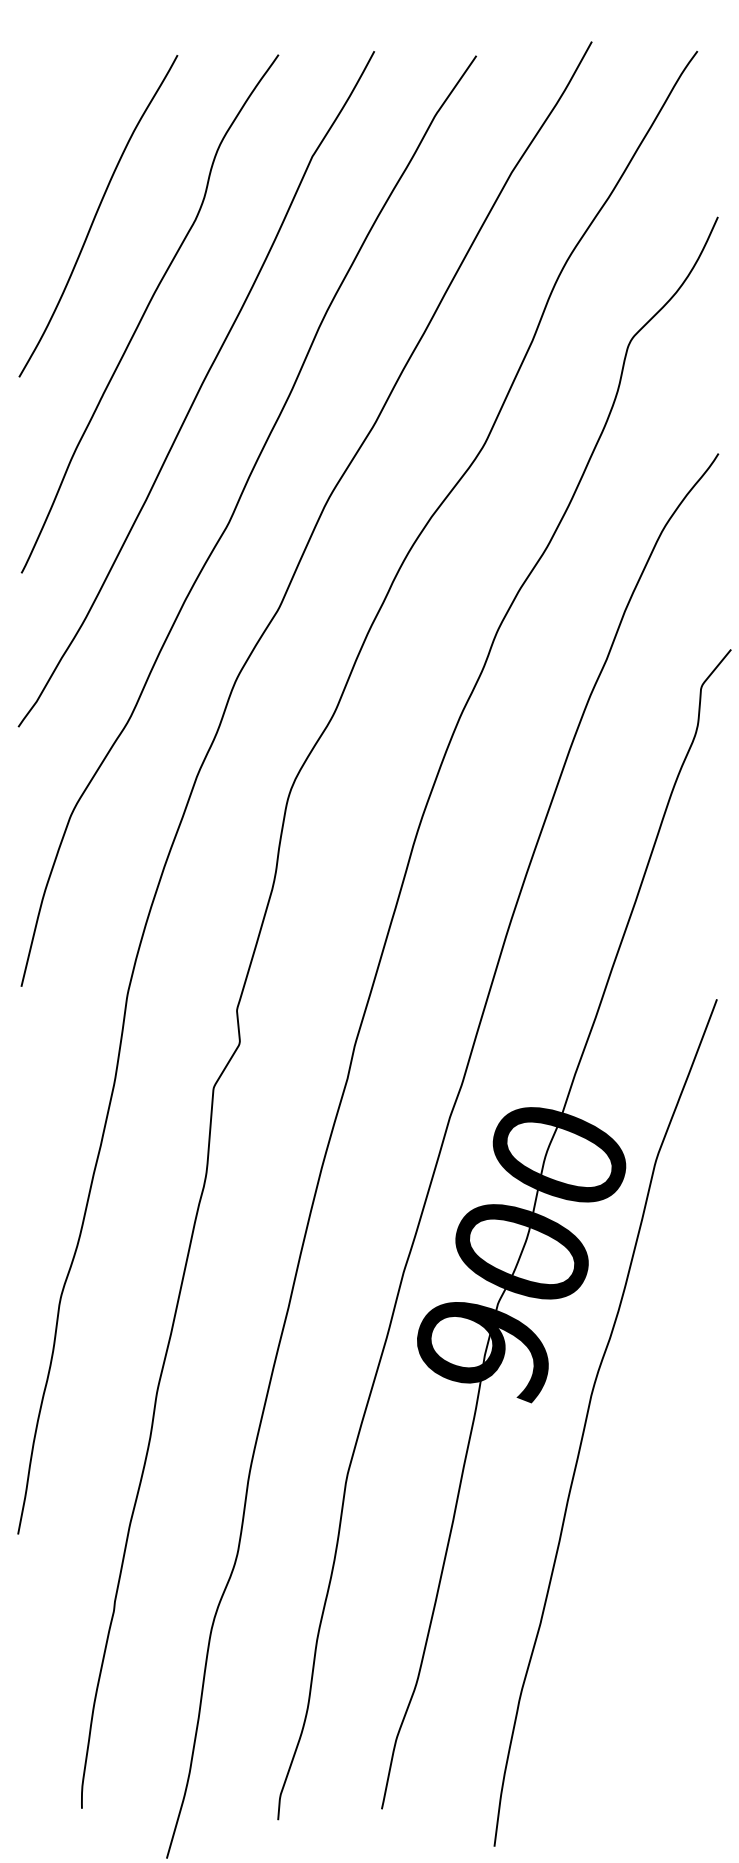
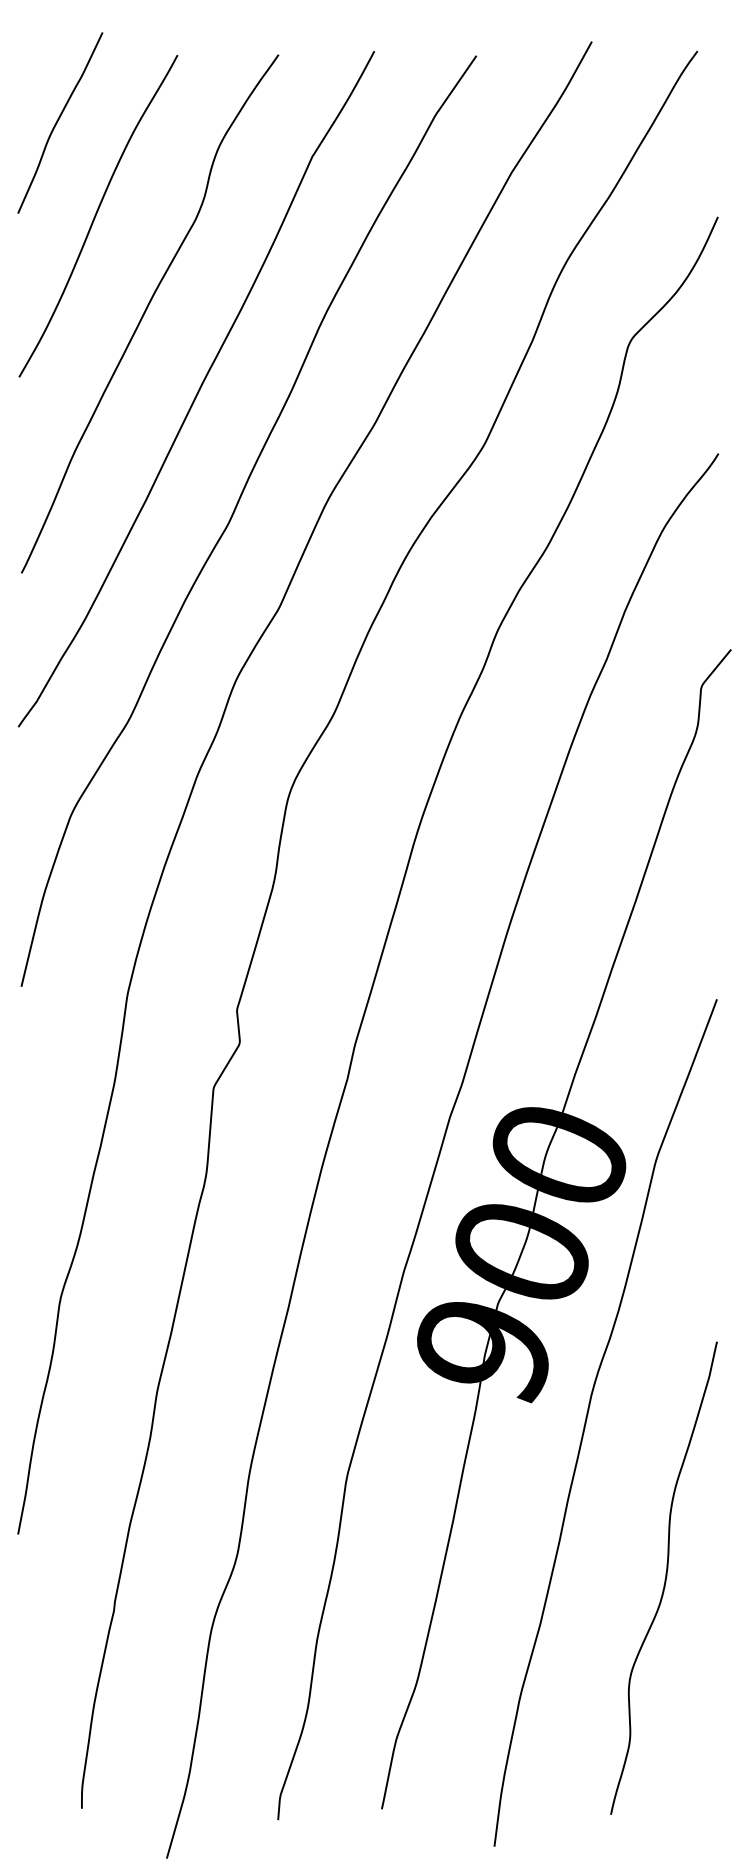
curve at (58, 121): none -> present
curve at (665, 1577): none -> present
